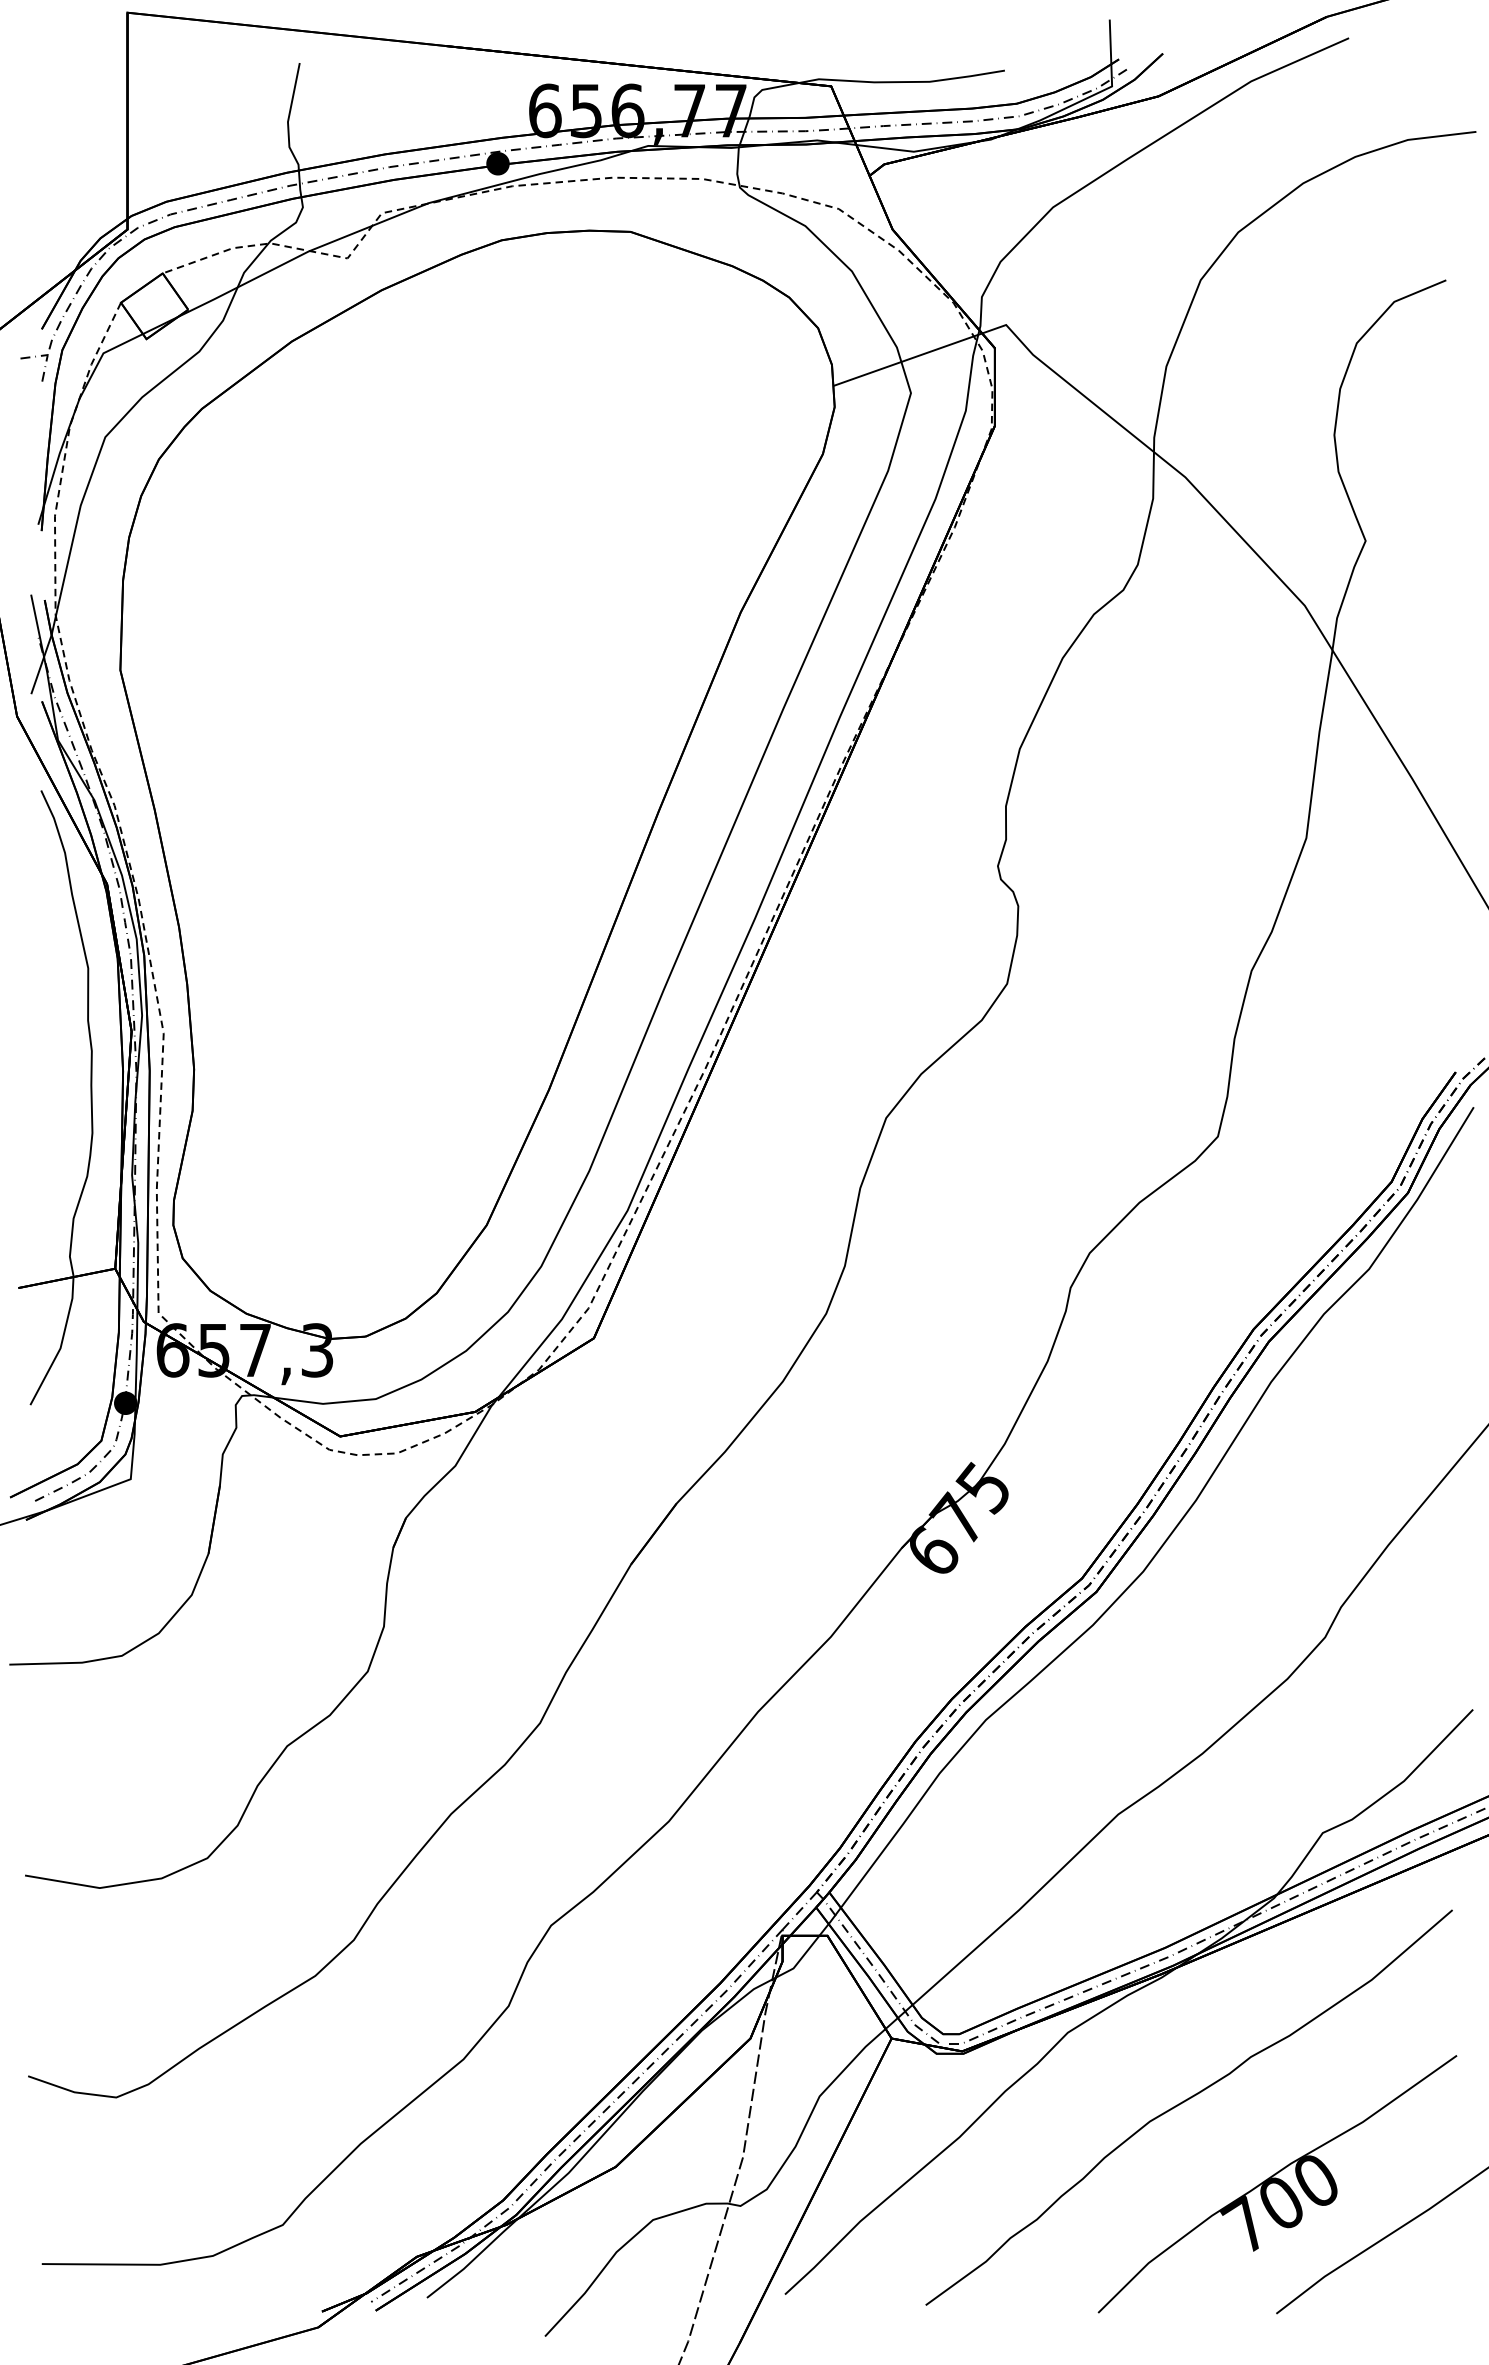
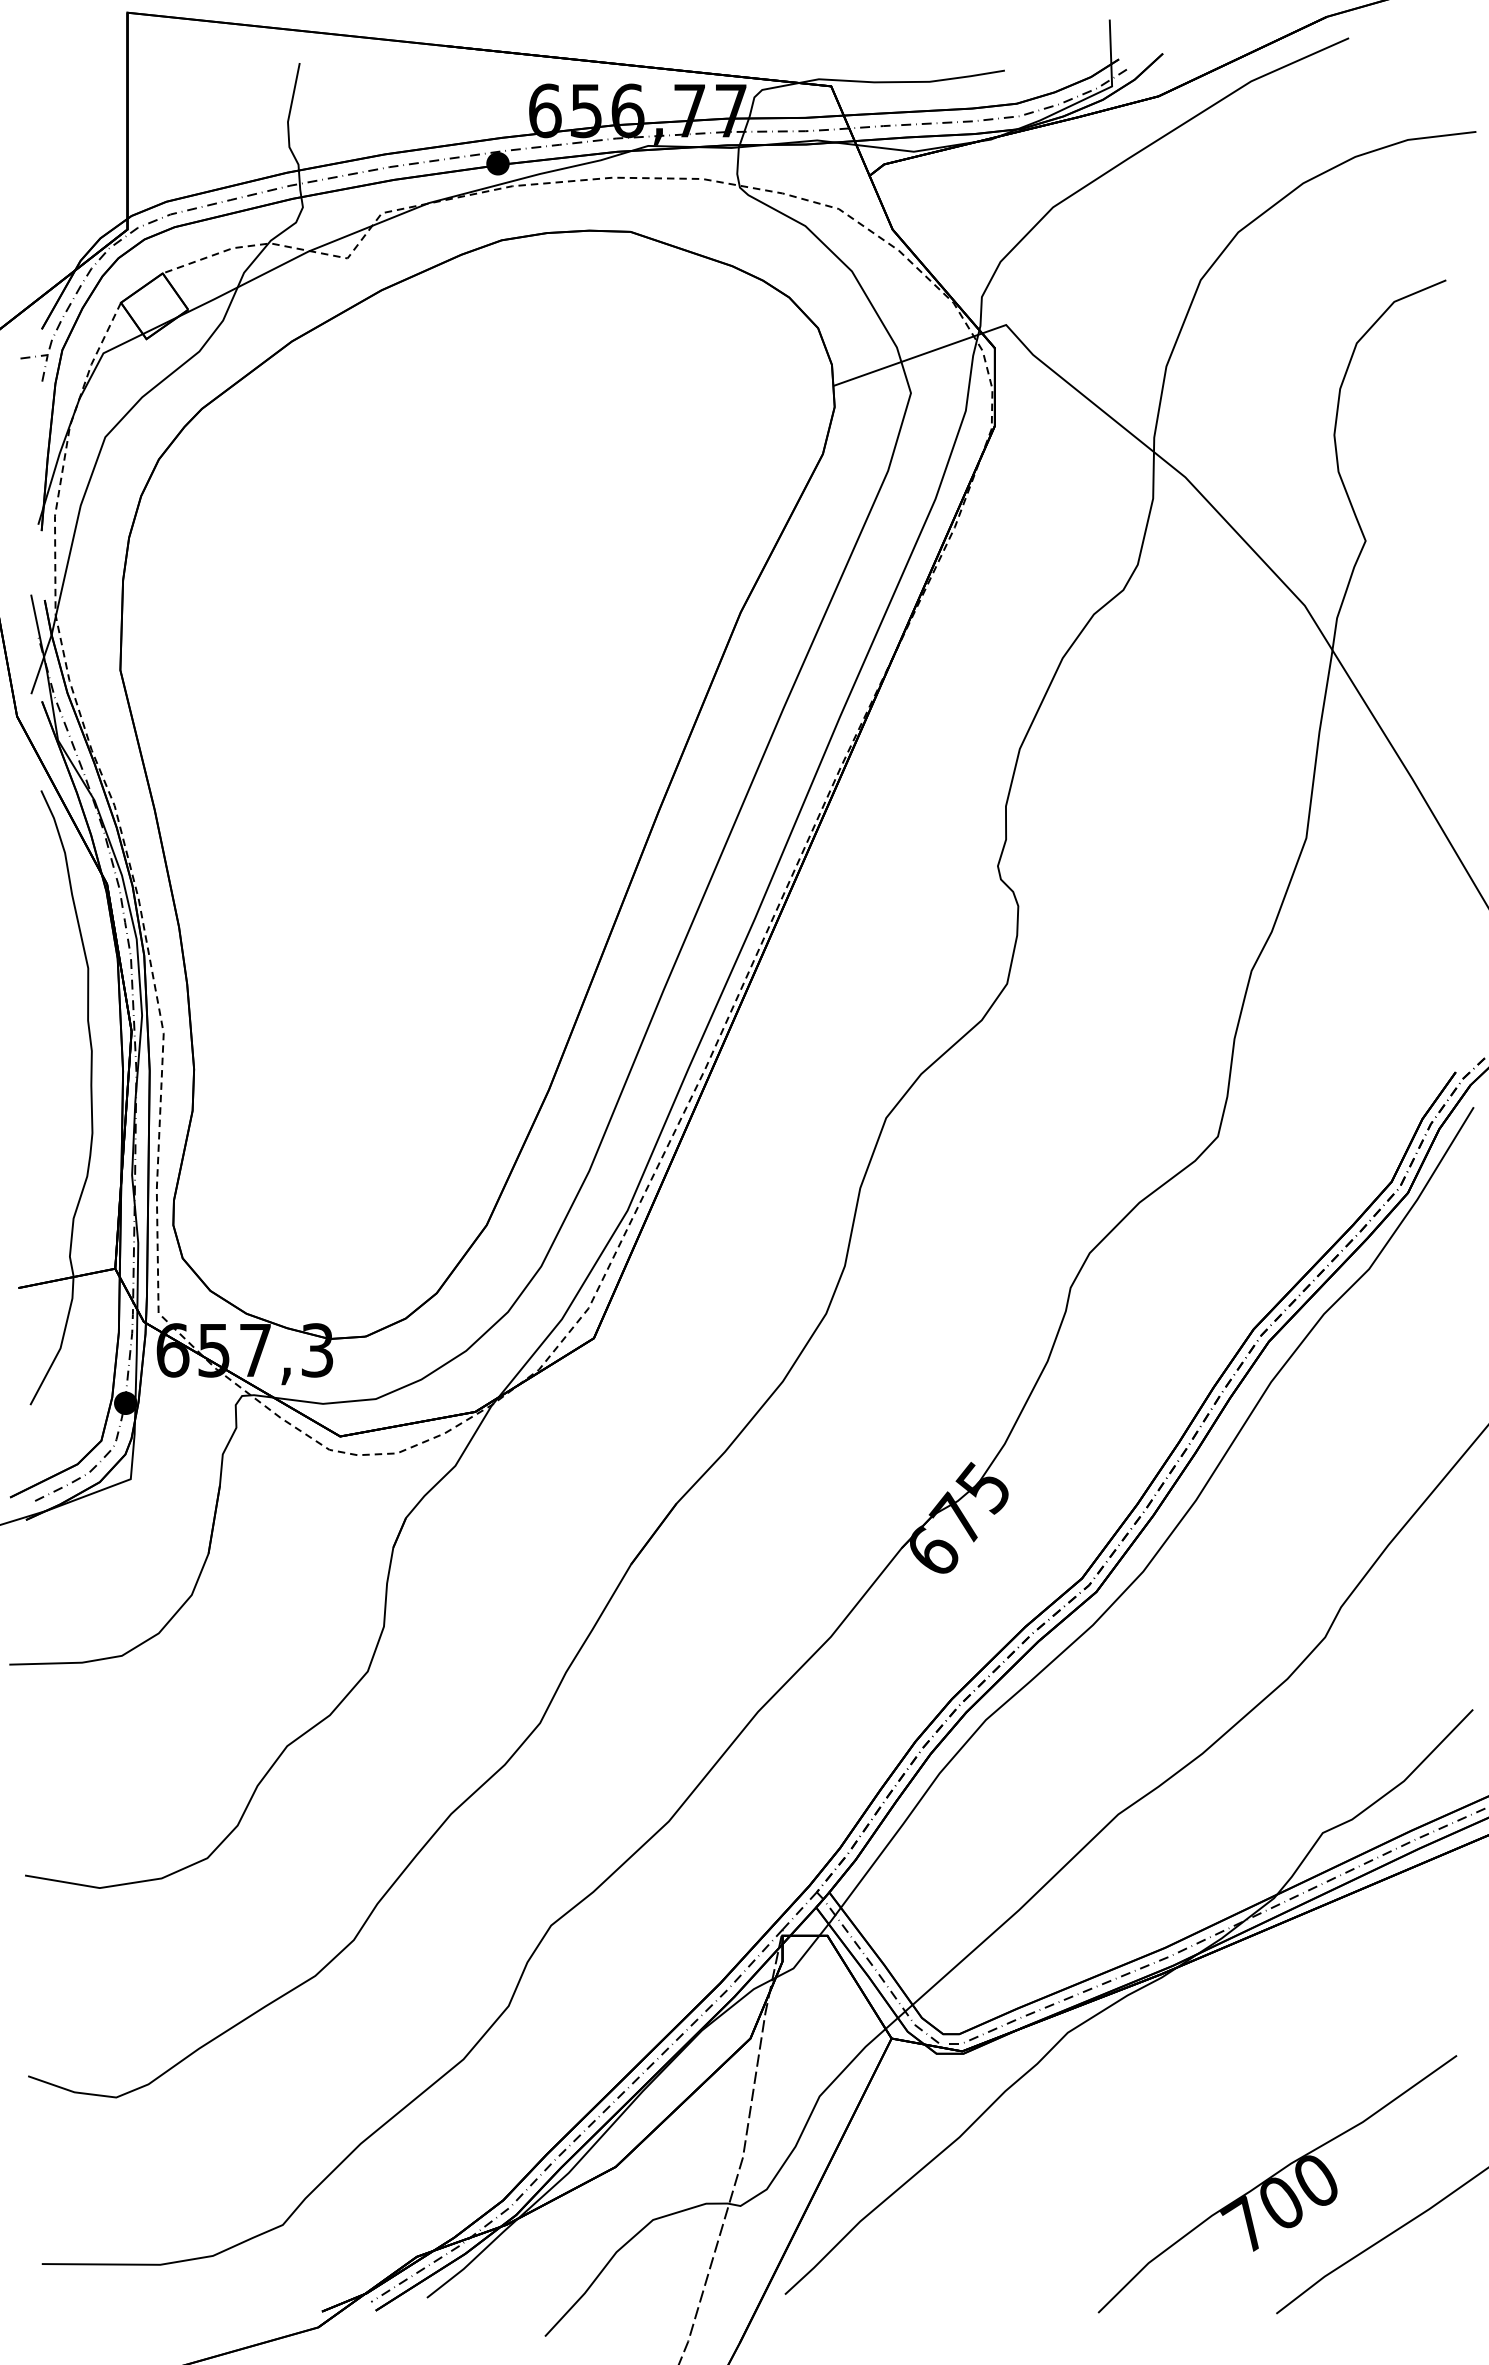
curve at (1186, 2101): present -> none
